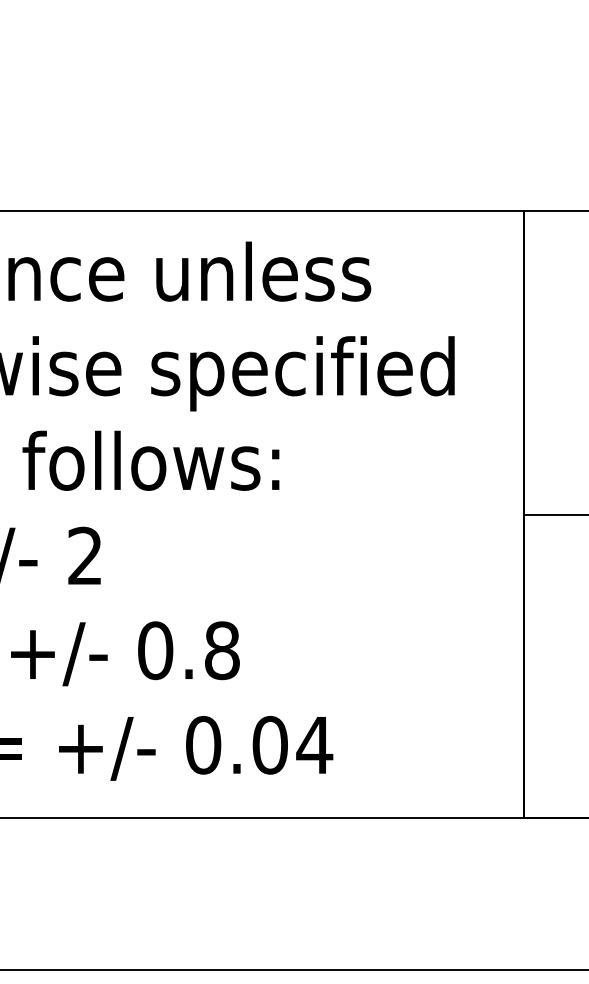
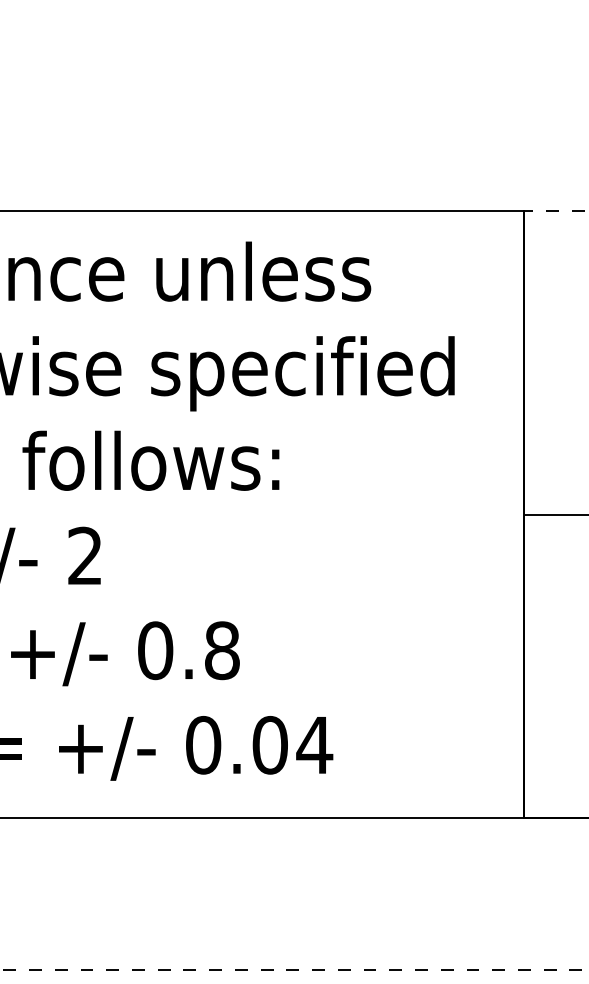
line at (555, 210): solid -> dashed
line at (293, 970): solid -> dashed
